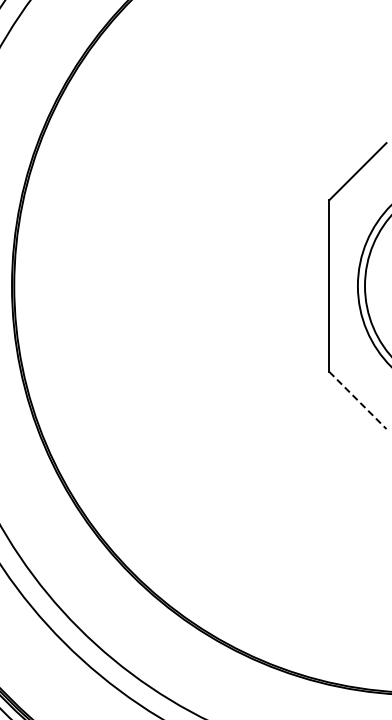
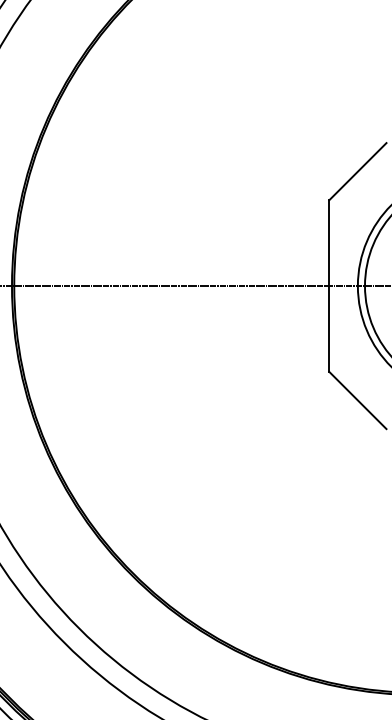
line at (195, 286): none -> present
line at (358, 400): dashed -> solid
